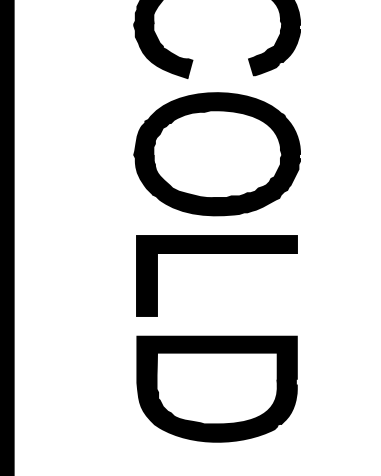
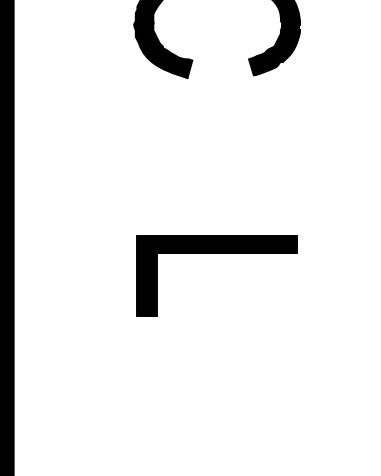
part at (216, 154): present -> none
part at (216, 388): present -> none
